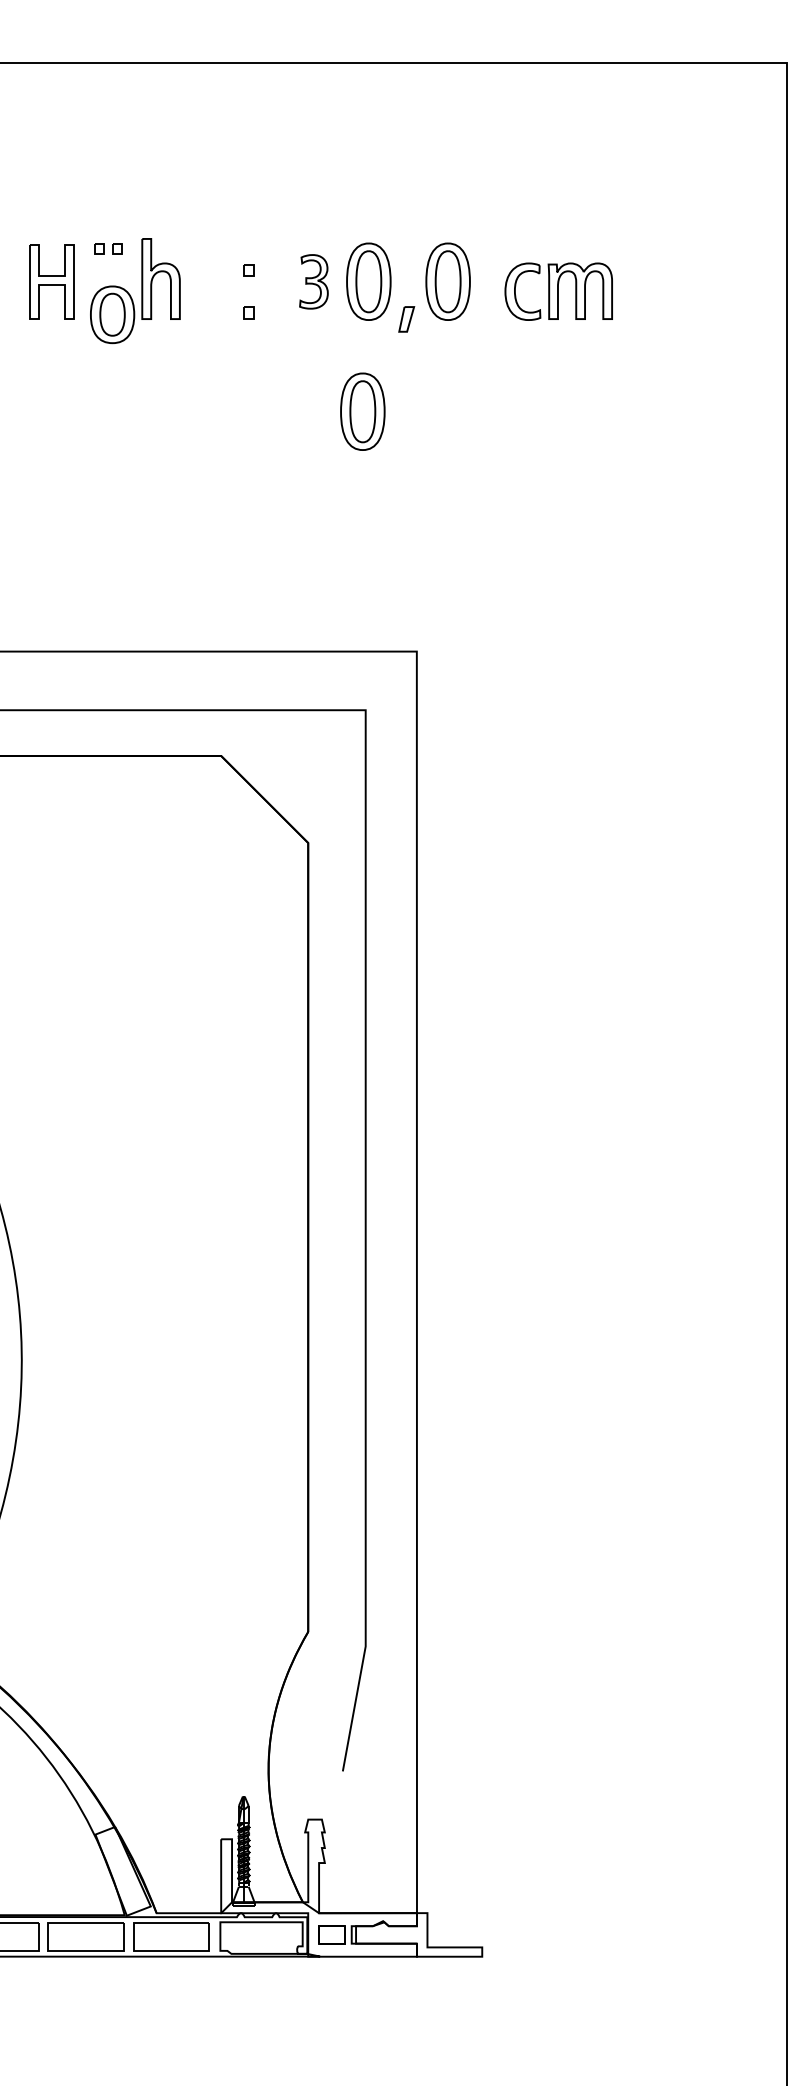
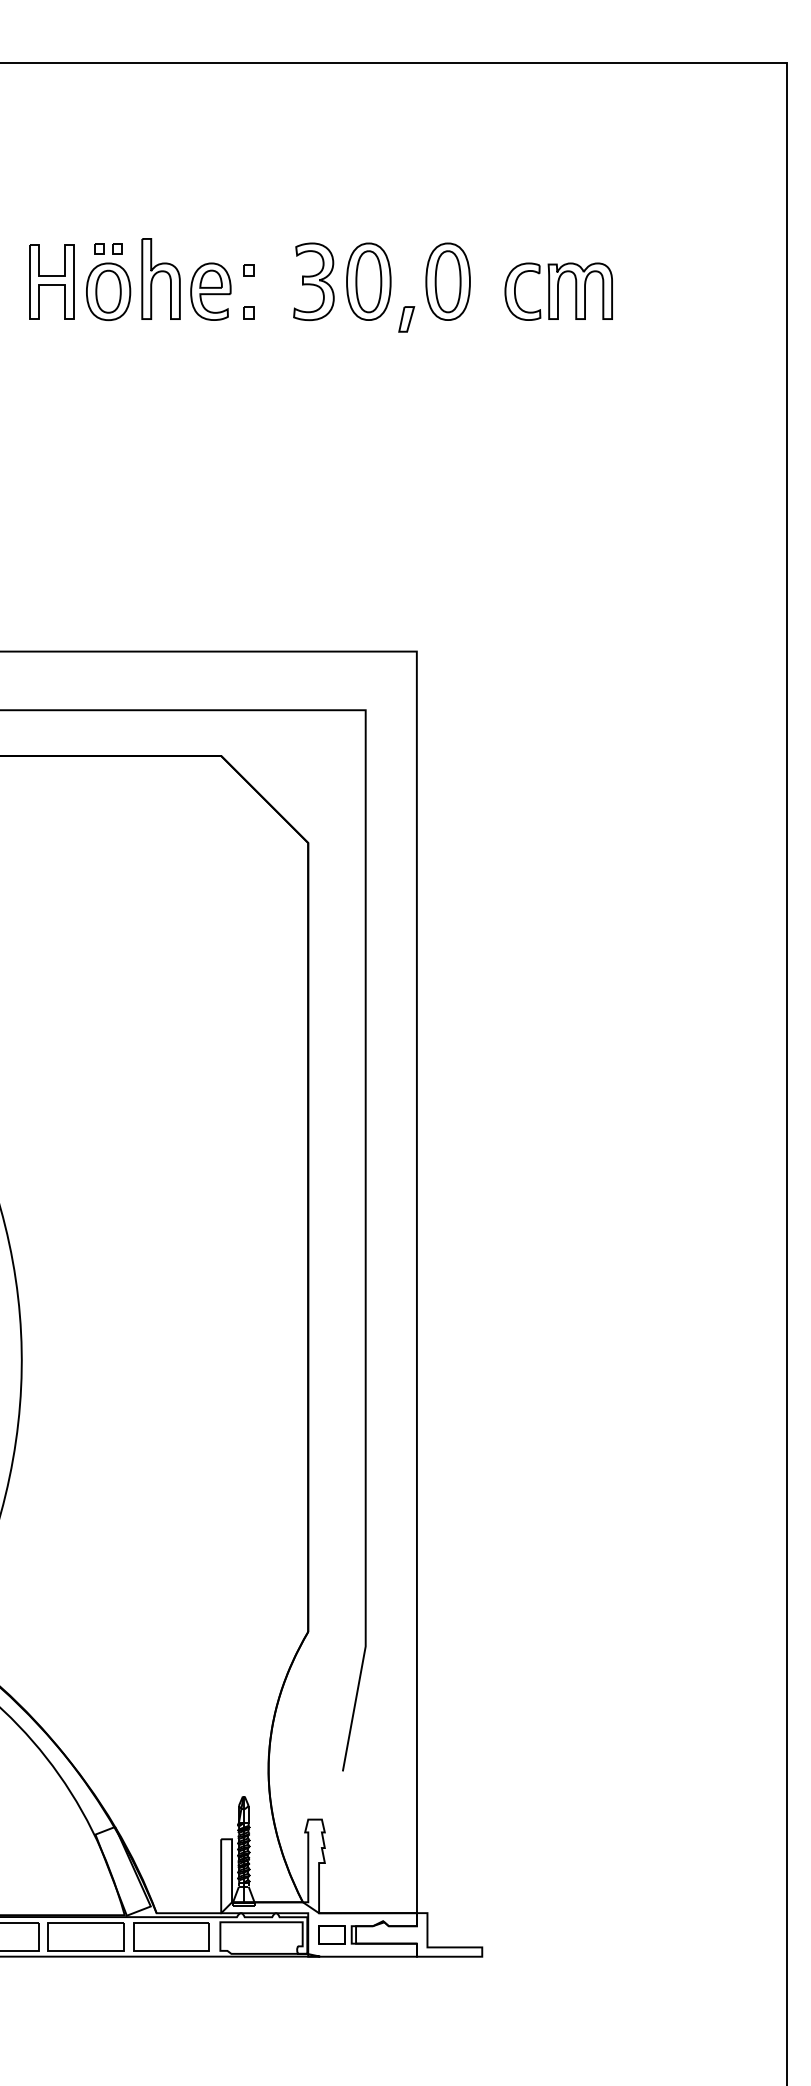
part at (313, 281) size: 30x56 px -> 42x80 px
part at (210, 291): none -> present
part at (112, 314) position: (112, 314) -> (108, 291)
part at (362, 411): present -> none
